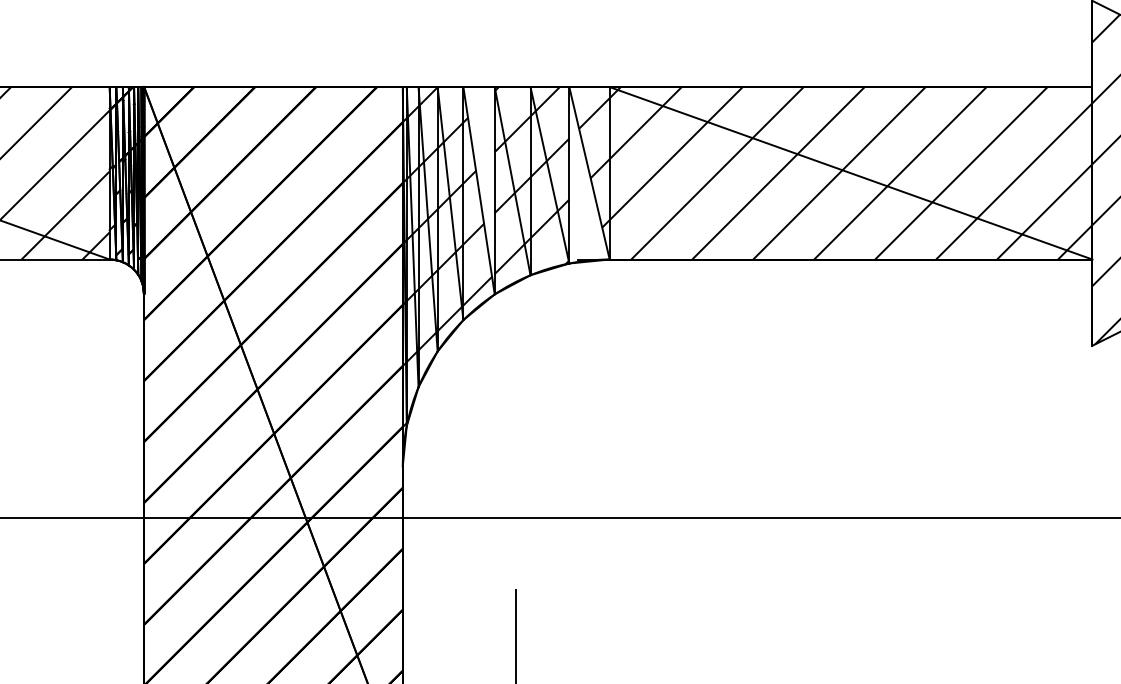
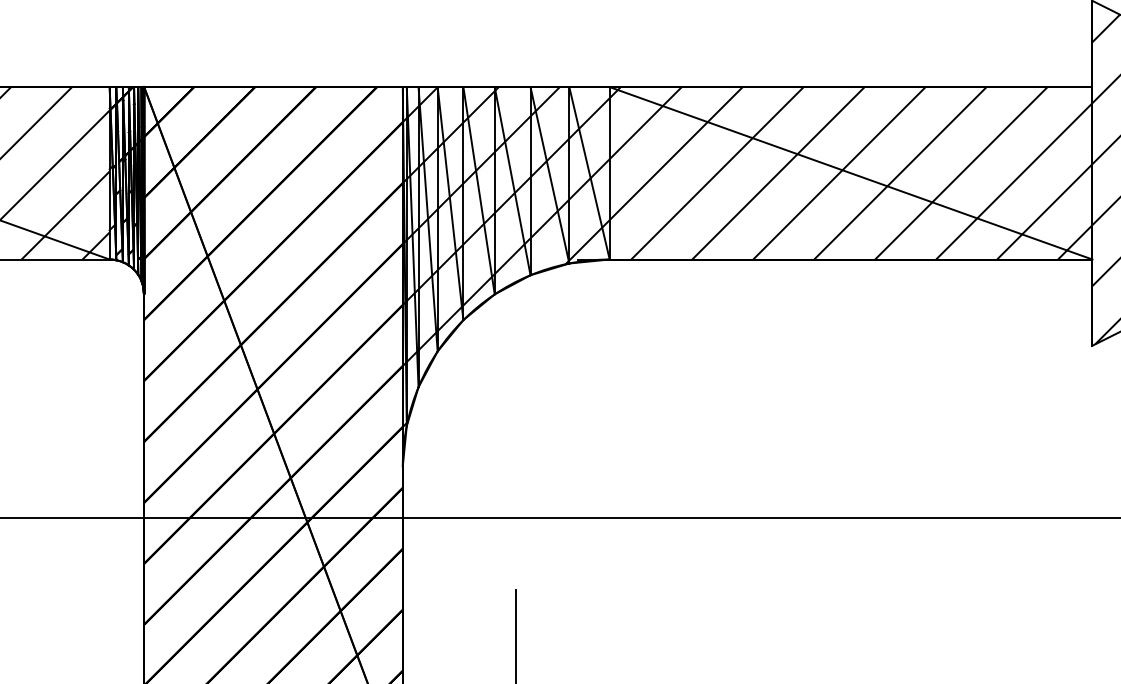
hatch at (481, 183): none -> present
hatch at (585, 194): none -> present
